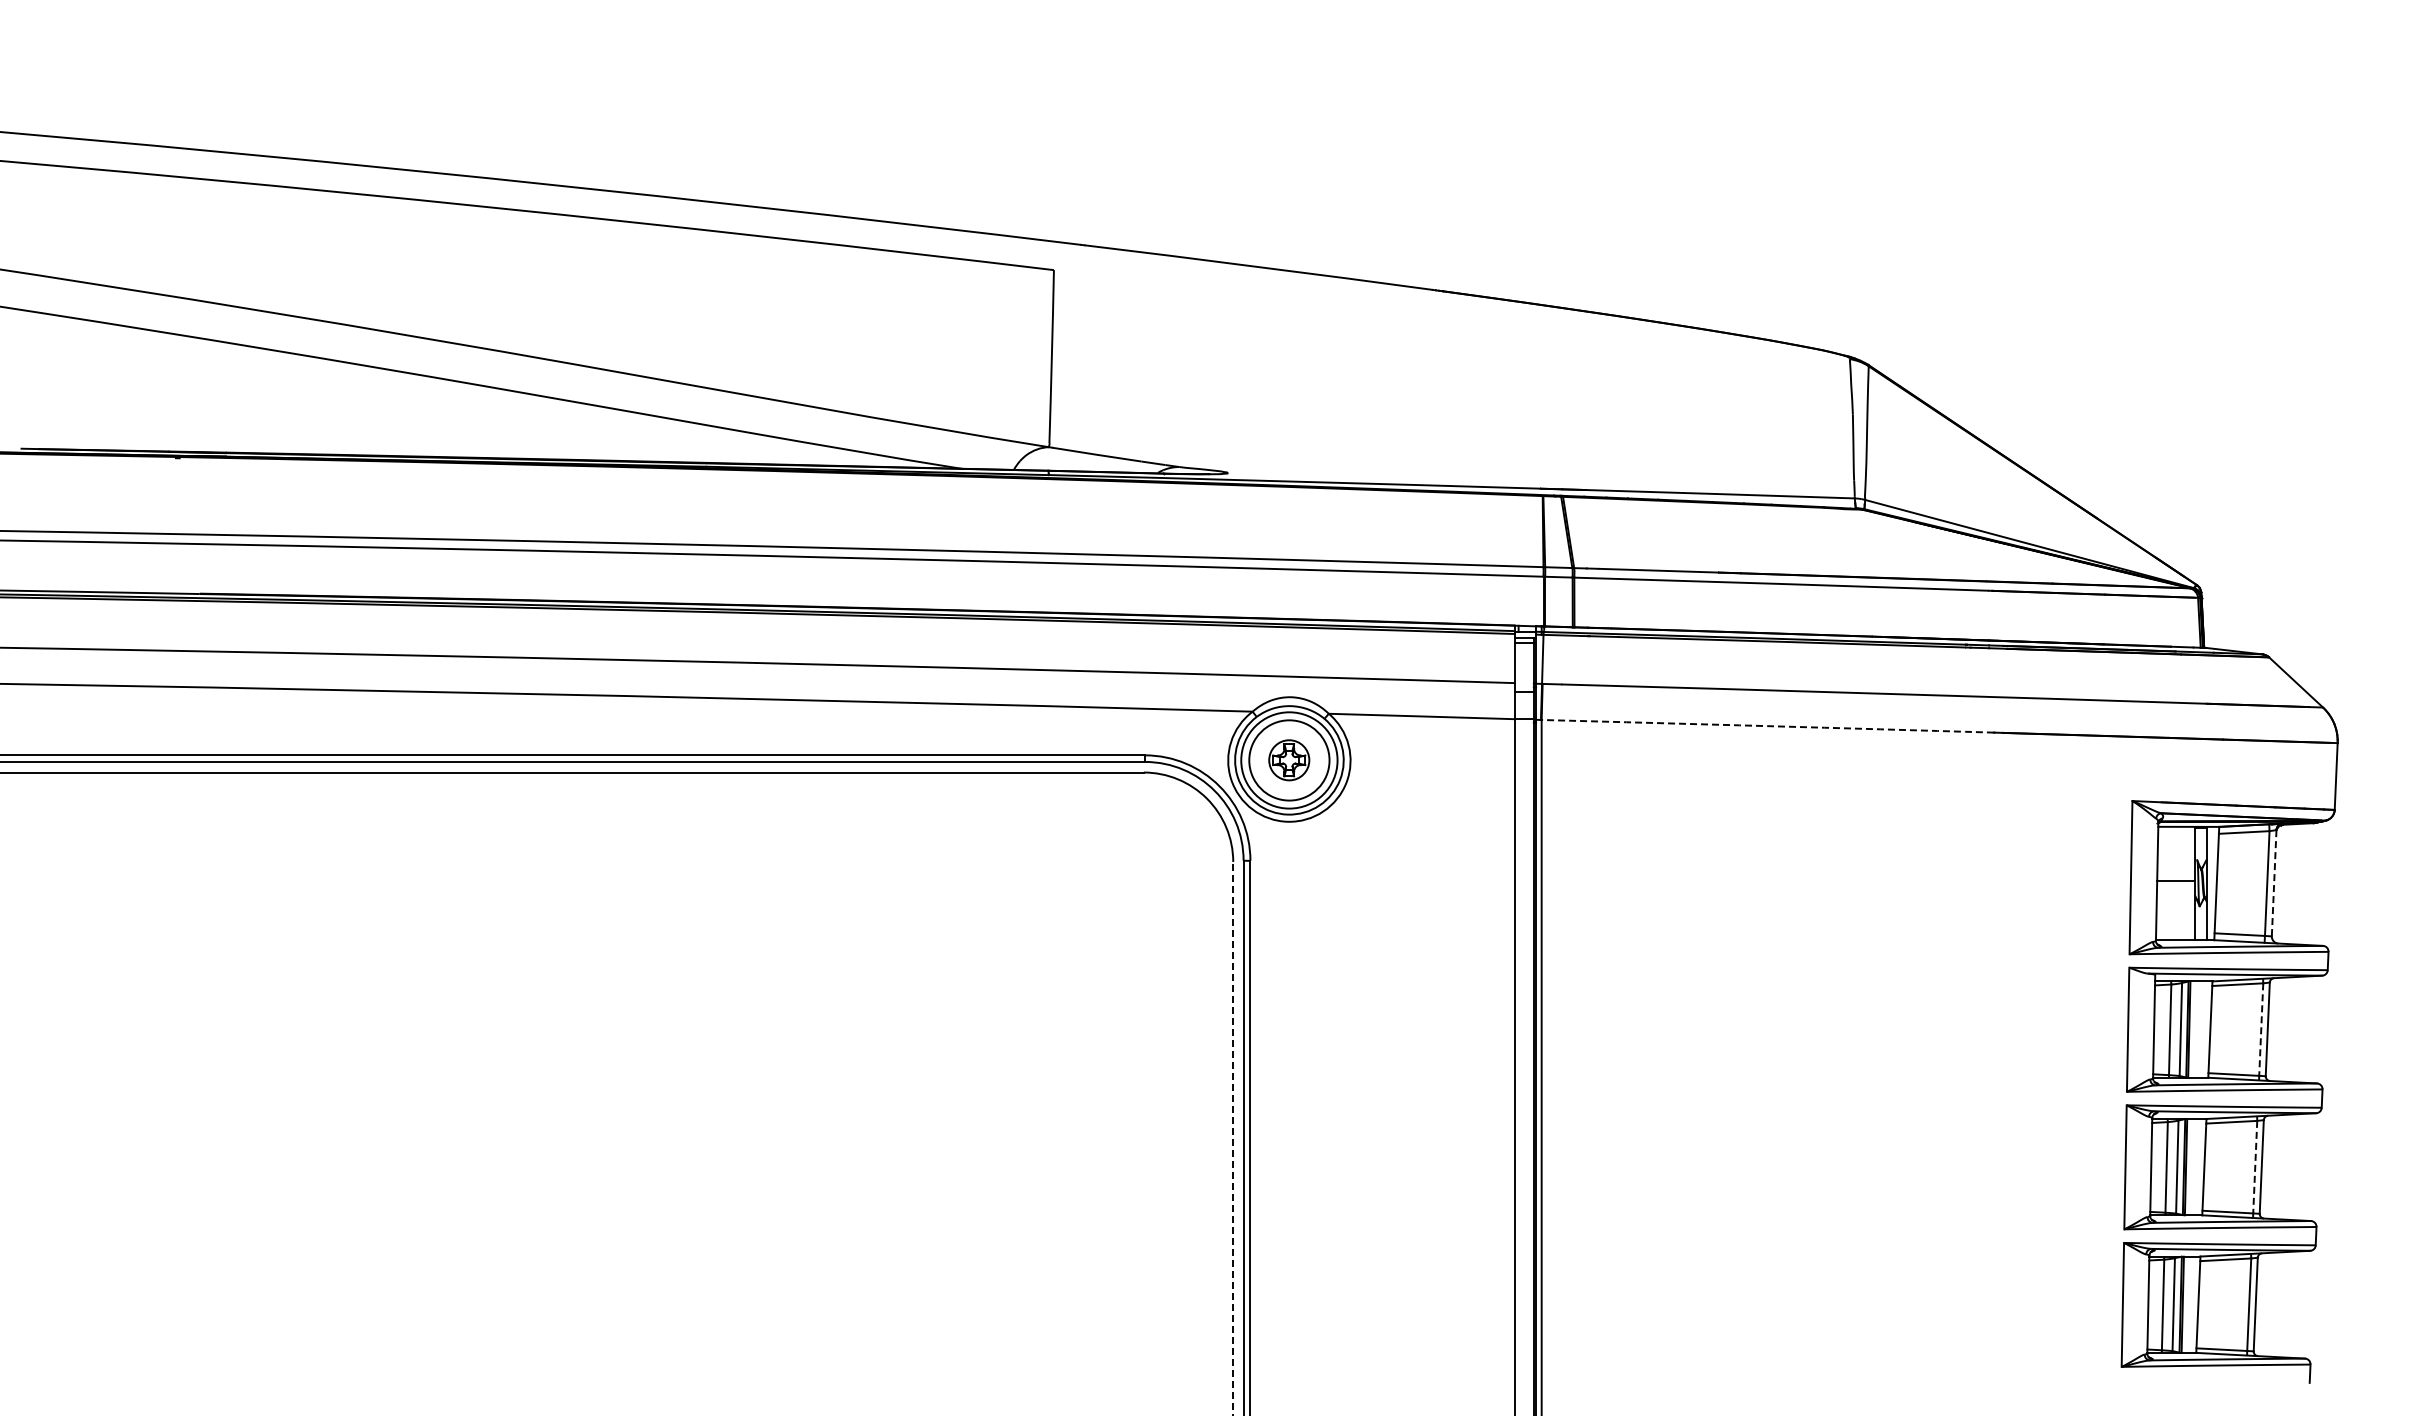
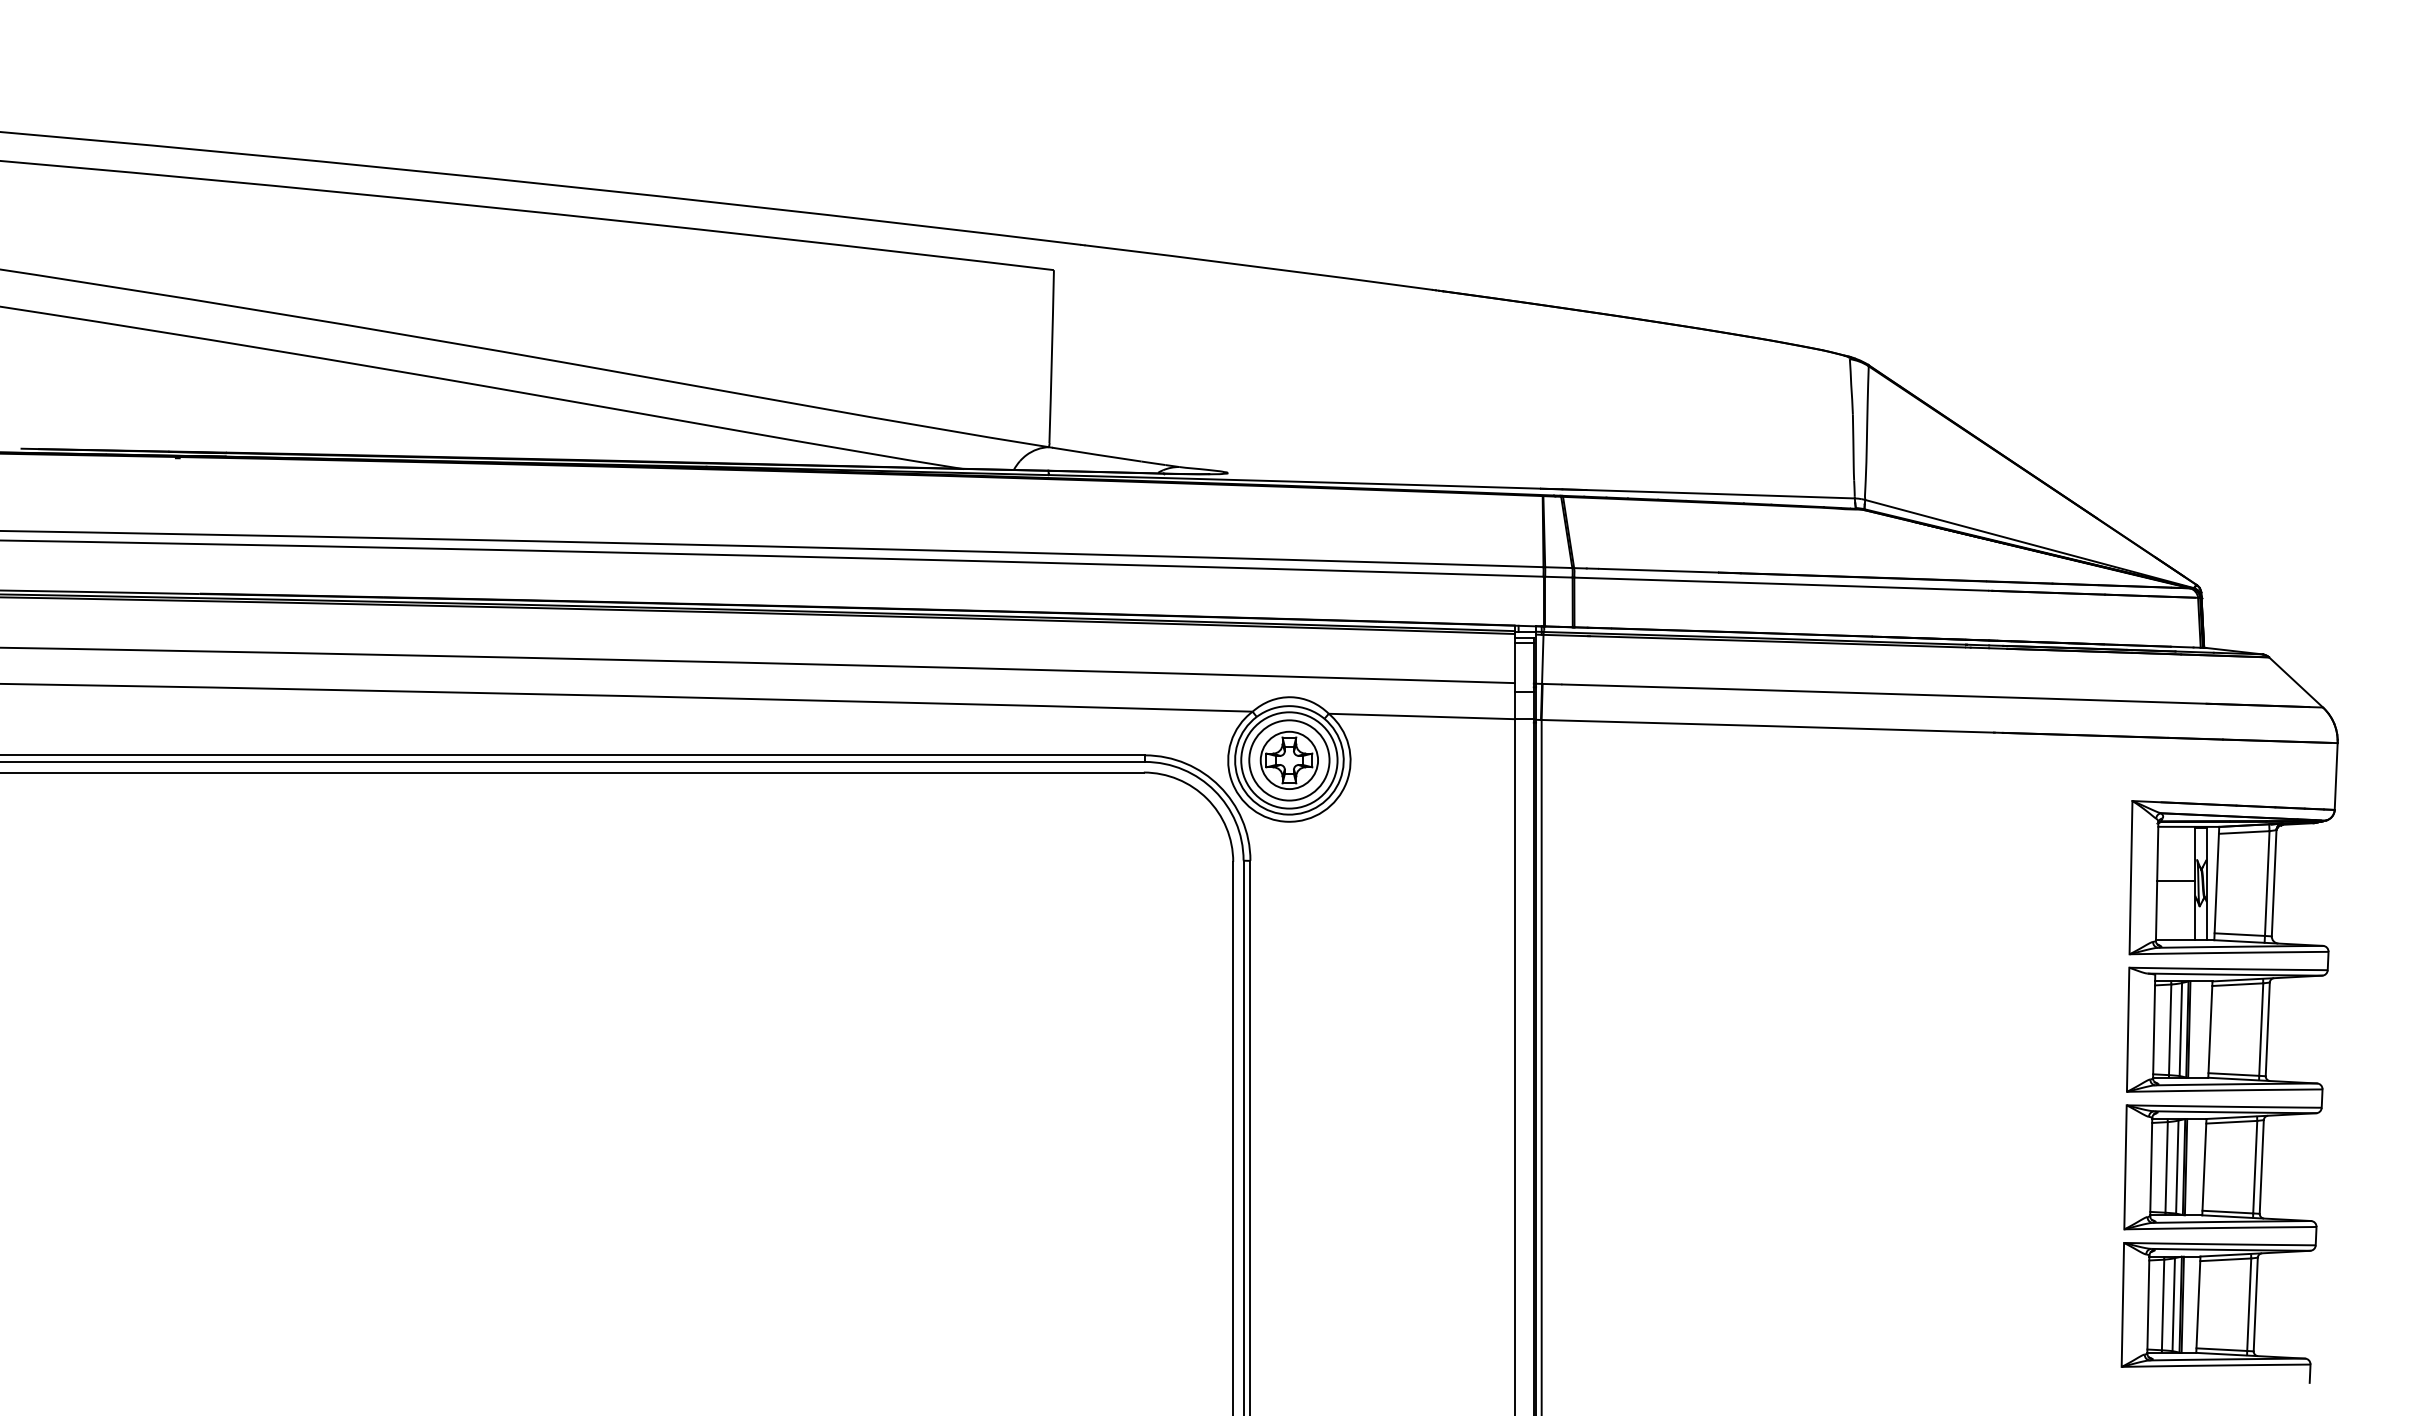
arc at (1767, 726): dashed -> solid
part at (1289, 760) size: 43x43 px -> 60x60 px
line at (2274, 883): dashed -> solid
line at (2261, 1030): dashed -> solid
line at (1233, 1138): dashed -> solid
line at (2255, 1167): dashed -> solid
